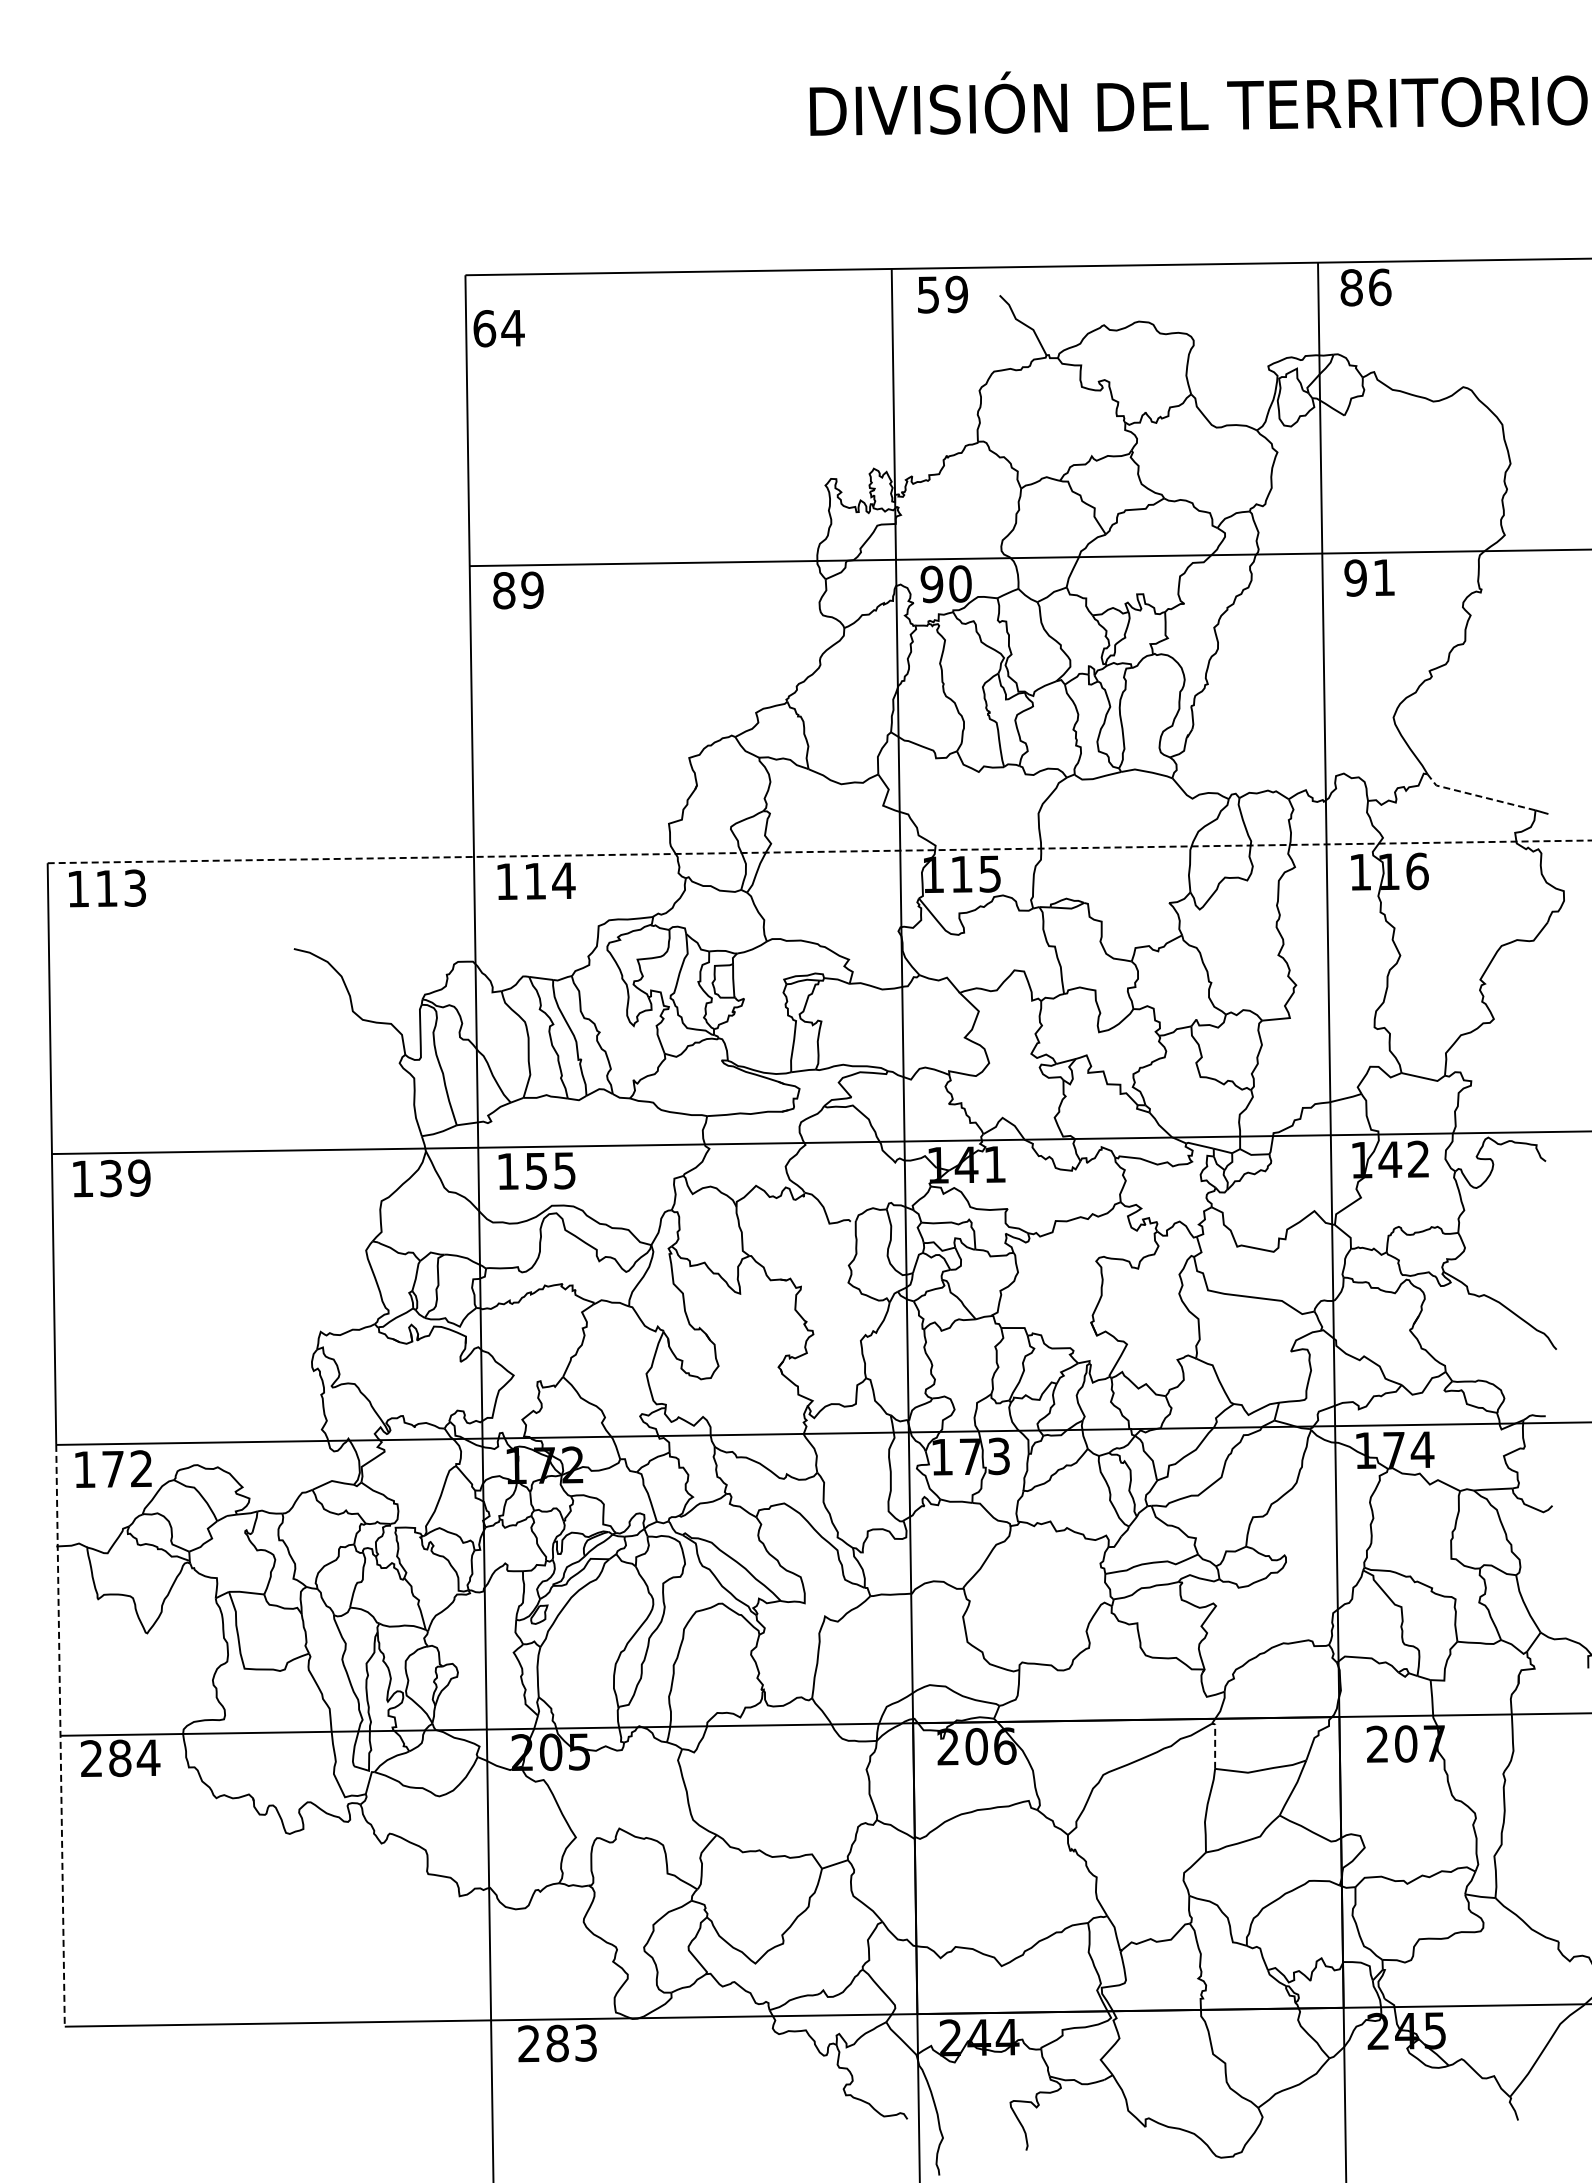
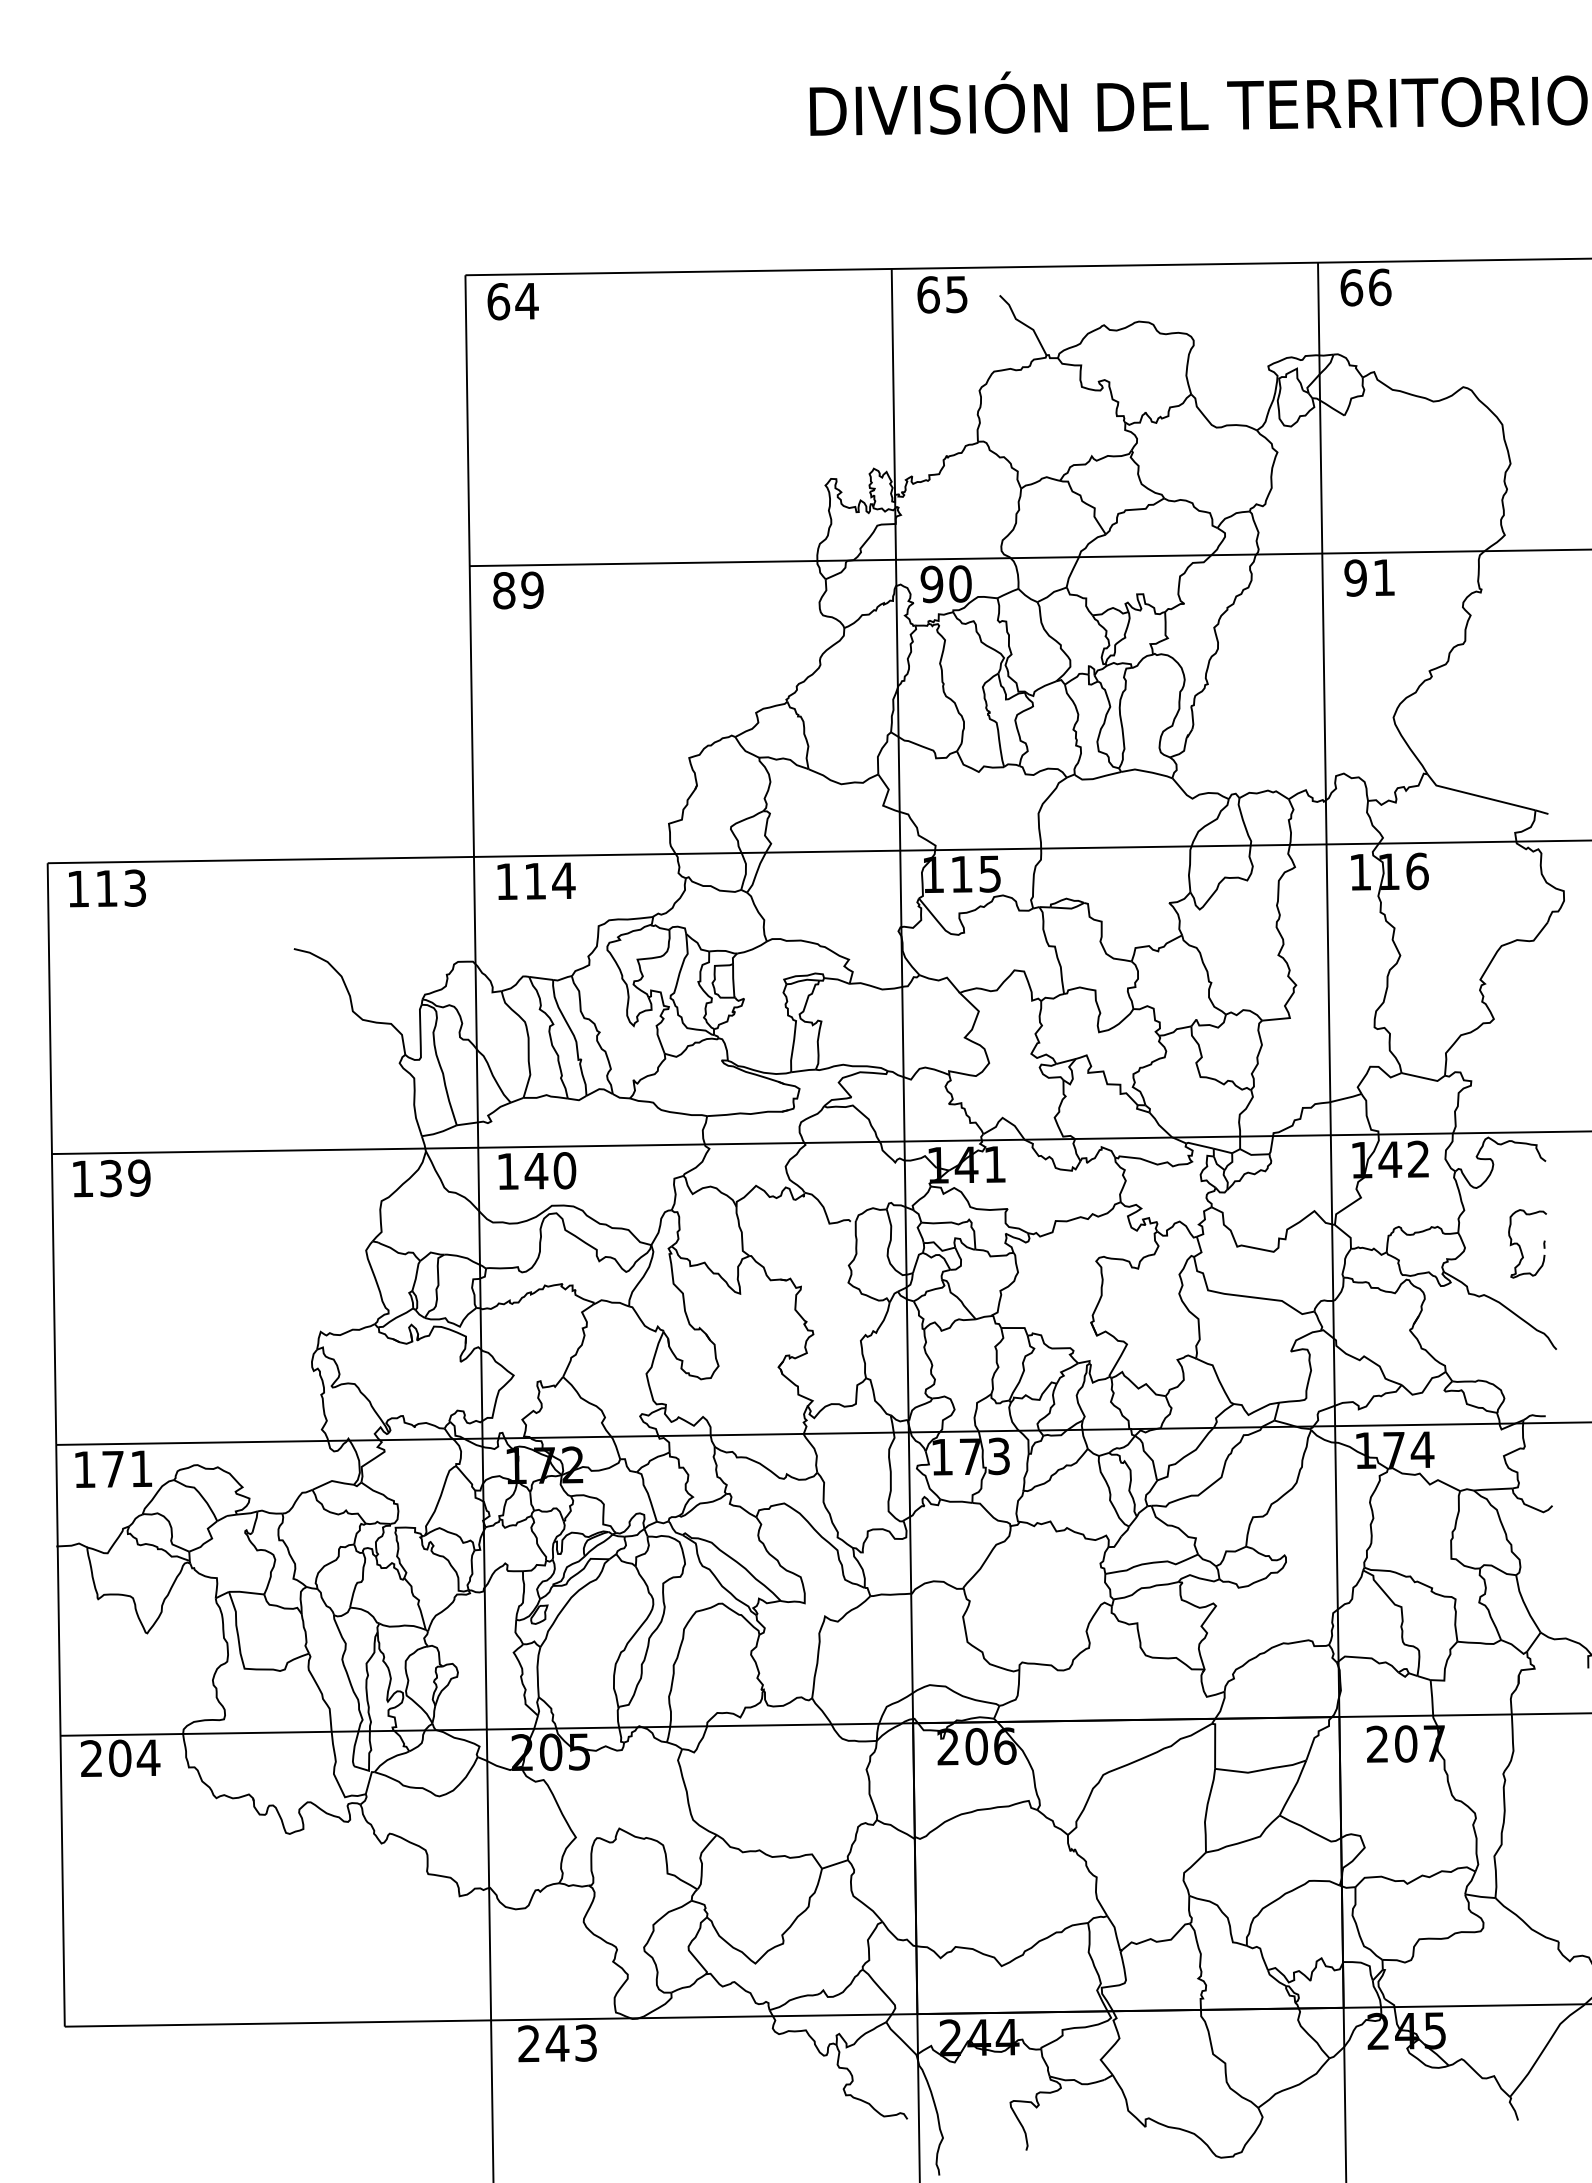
text at (1351, 287): 86 -> 66
text at (942, 294): 59 -> 65
text at (498, 328) position: (498, 328) -> (512, 301)
line at (1477, 795): dashed -> solid
line at (820, 851): dashed -> solid
text at (550, 1170): 155 -> 140
part at (1520, 1245): none -> present
text at (141, 1468): 172 -> 171
line at (60, 1735): dashed -> solid
line at (1215, 1744): dashed -> solid
text at (120, 1757): 284 -> 204
text at (557, 2043): 283 -> 243
